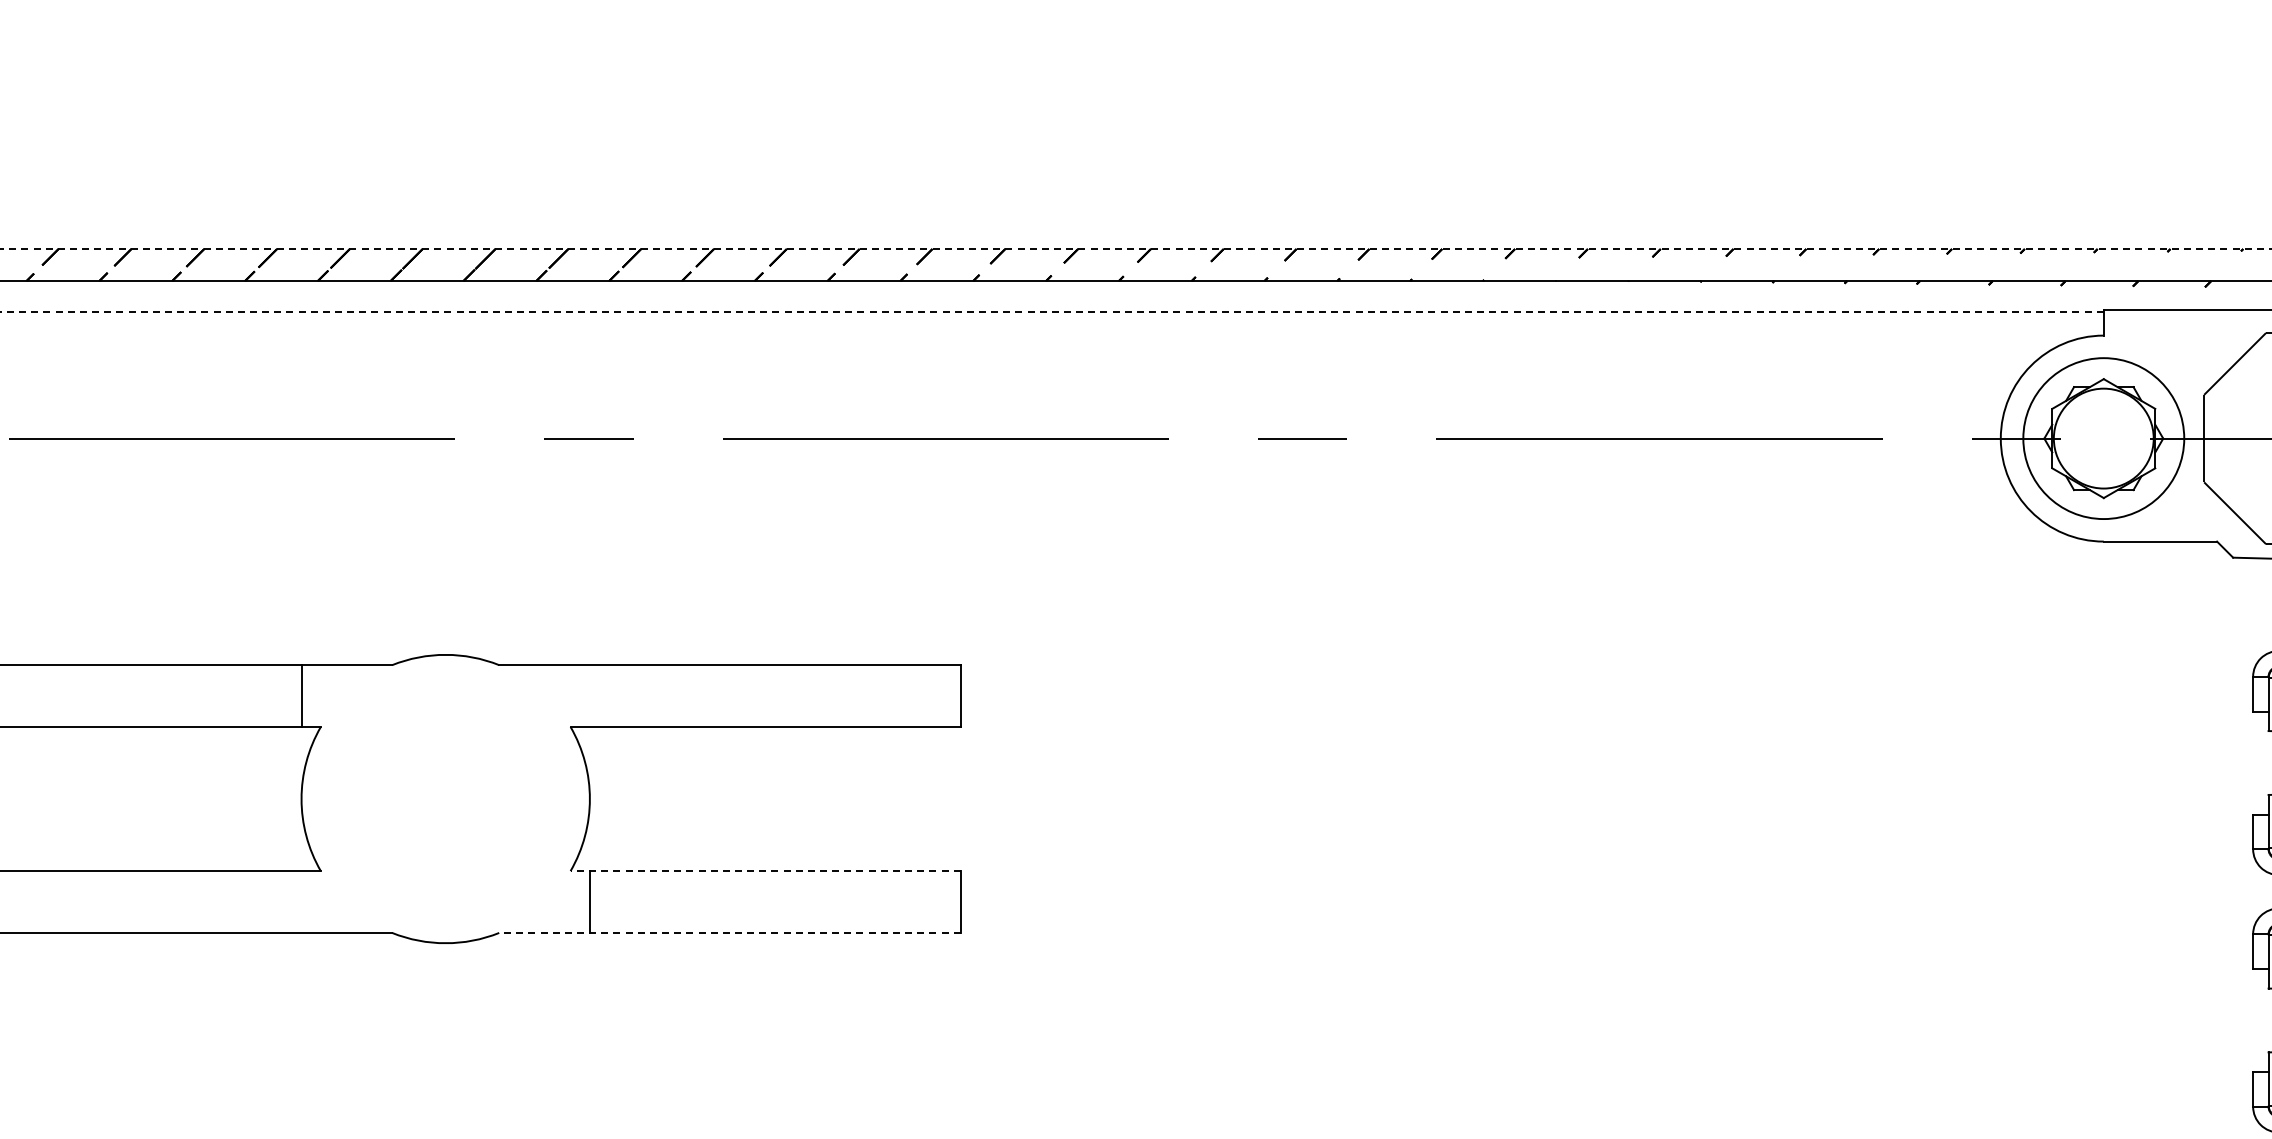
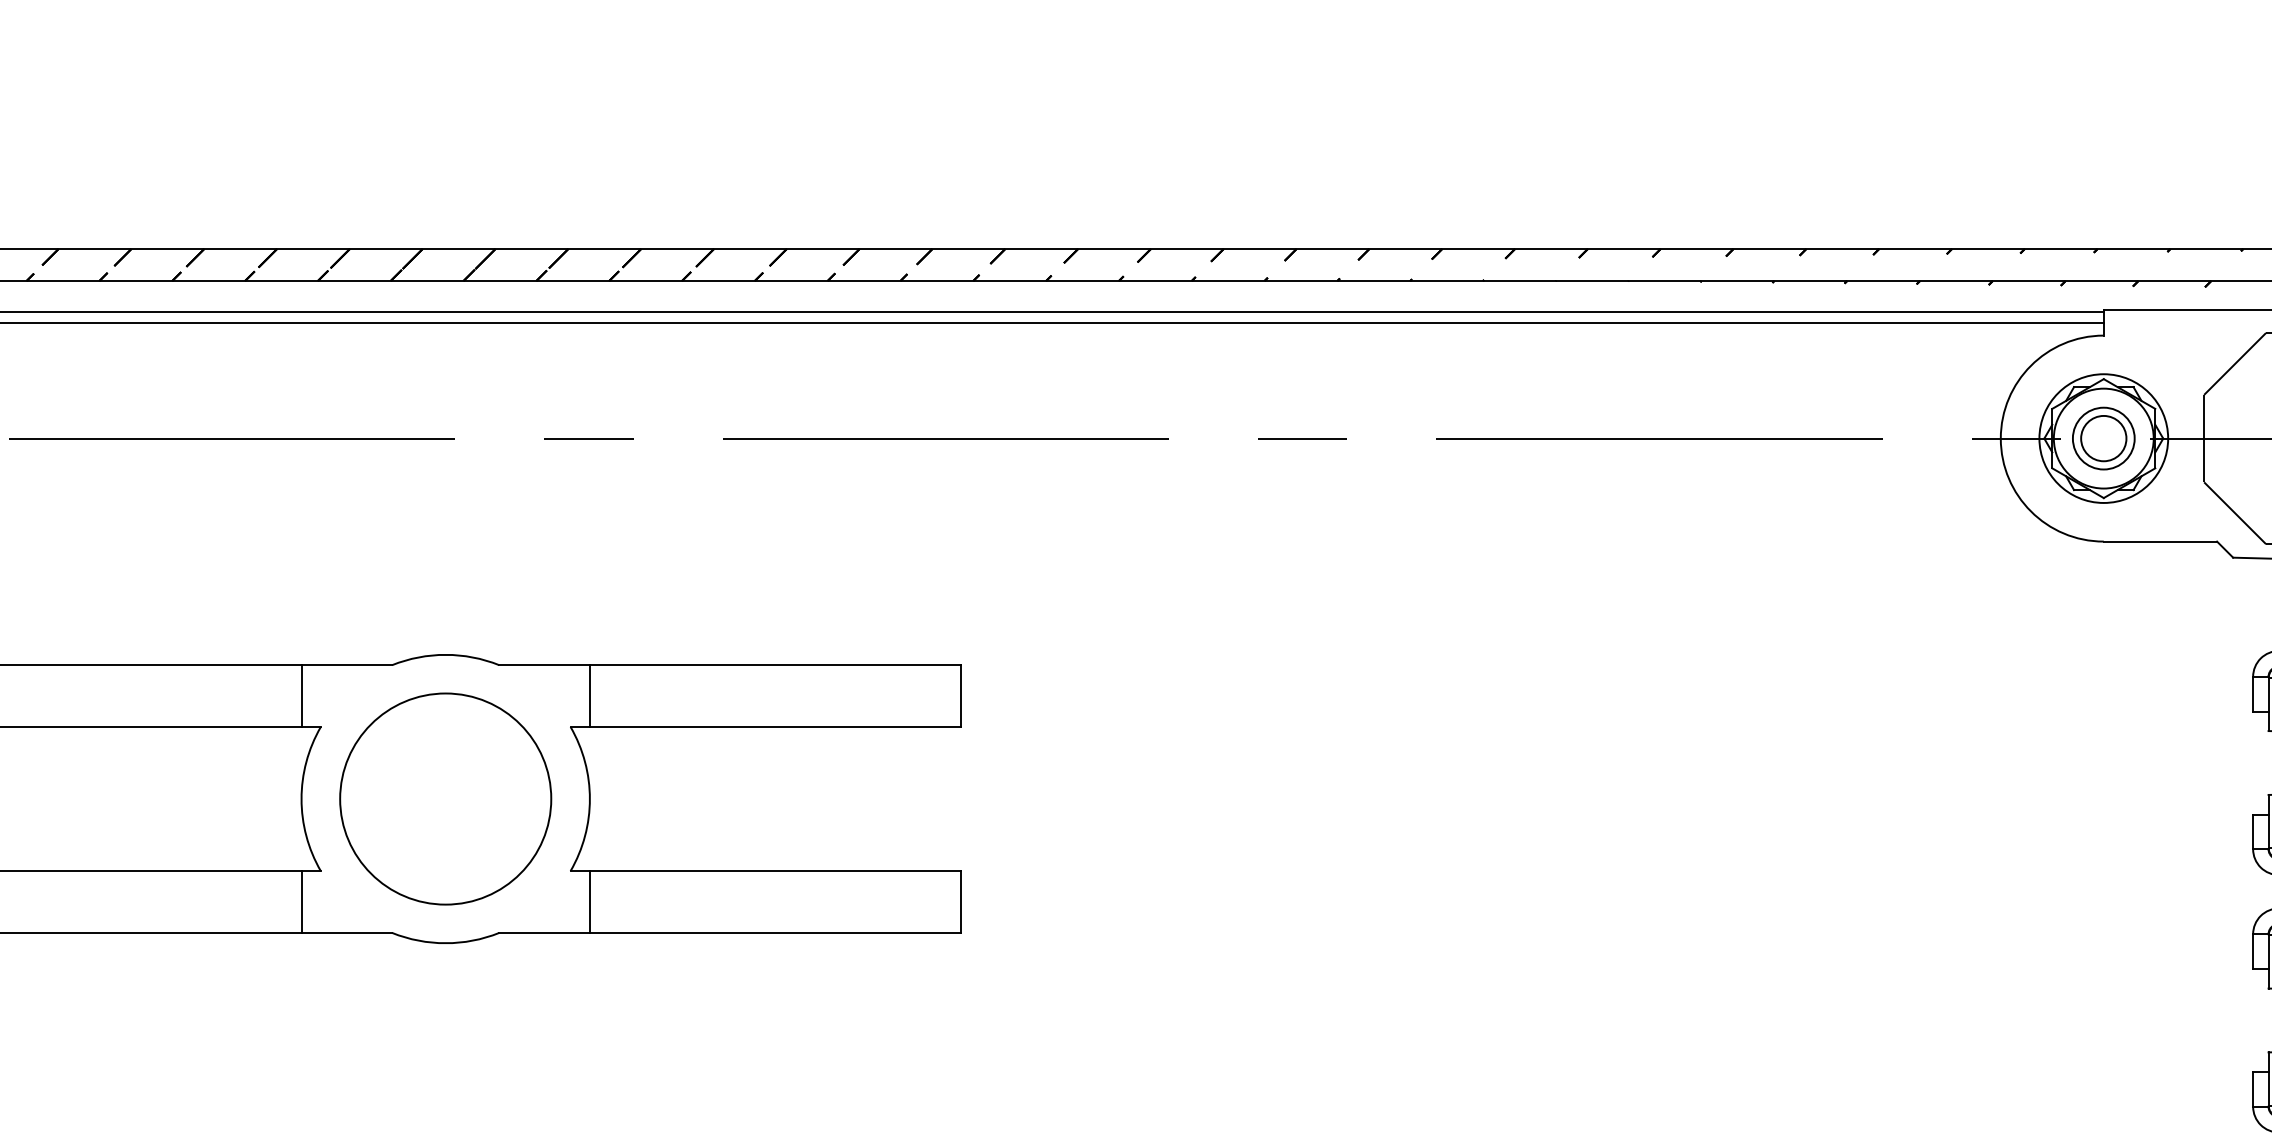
line at (1135, 249): dashed -> solid
line at (1051, 312): dashed -> solid
line at (1052, 322): none -> present
circle at (2103, 438) diameter: 161 px -> 129 px
part at (2103, 438): none -> present
line at (589, 695): none -> present
circle at (445, 798): none -> present
line at (765, 871): dashed -> solid
line at (301, 901): none -> present
line at (729, 932): dashed -> solid
